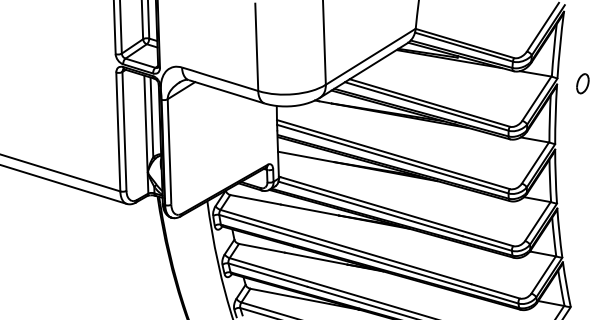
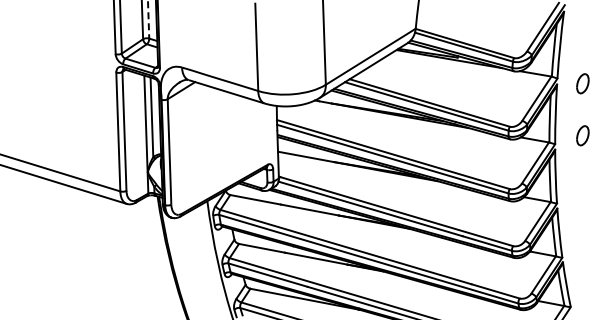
line at (148, 19): solid -> dashed
part at (582, 135): none -> present
